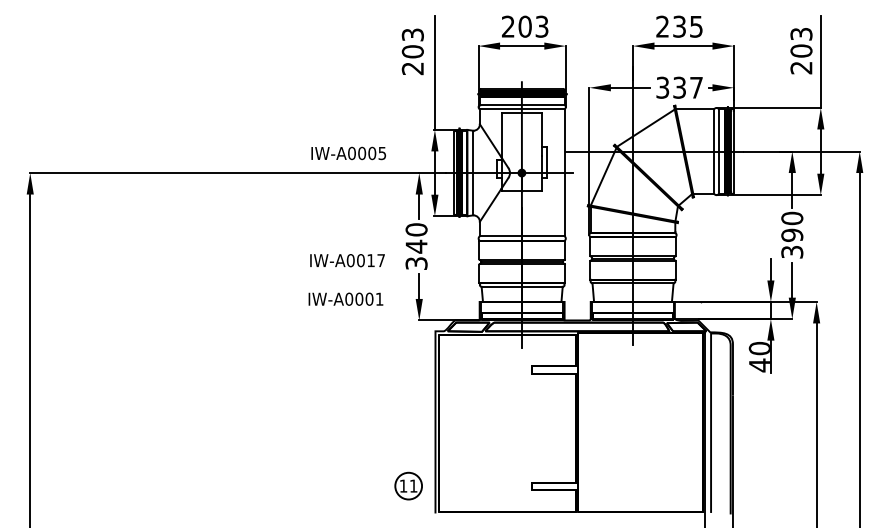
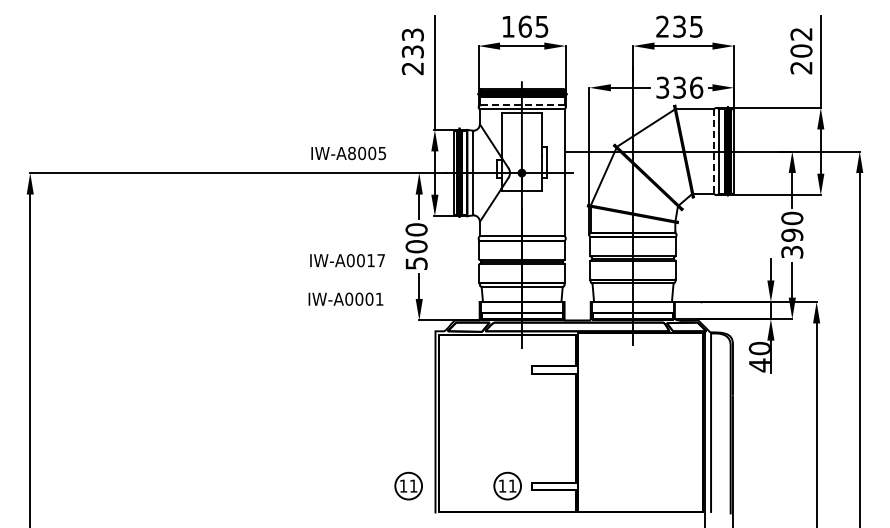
text at (525, 26): 203 -> 165
text at (801, 34): 203 -> 202
text at (412, 51): 203 -> 233
text at (696, 87): 337 -> 336
line at (521, 104): solid -> dashed
line at (714, 152): solid -> dashed
text at (351, 153): IW-A0005 -> IW-A8005
text at (416, 254): 340 -> 500
part at (507, 485): none -> present
